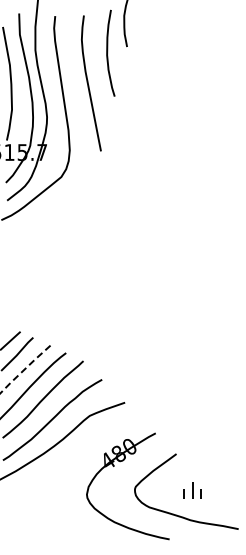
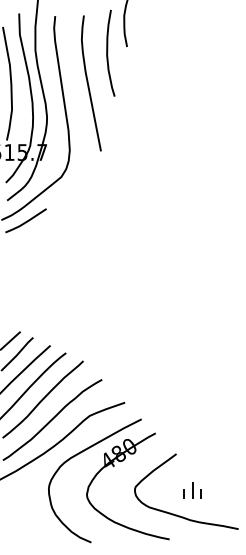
line at (26, 220): none -> present
line at (25, 369): dashed -> solid
curve at (81, 453): none -> present
